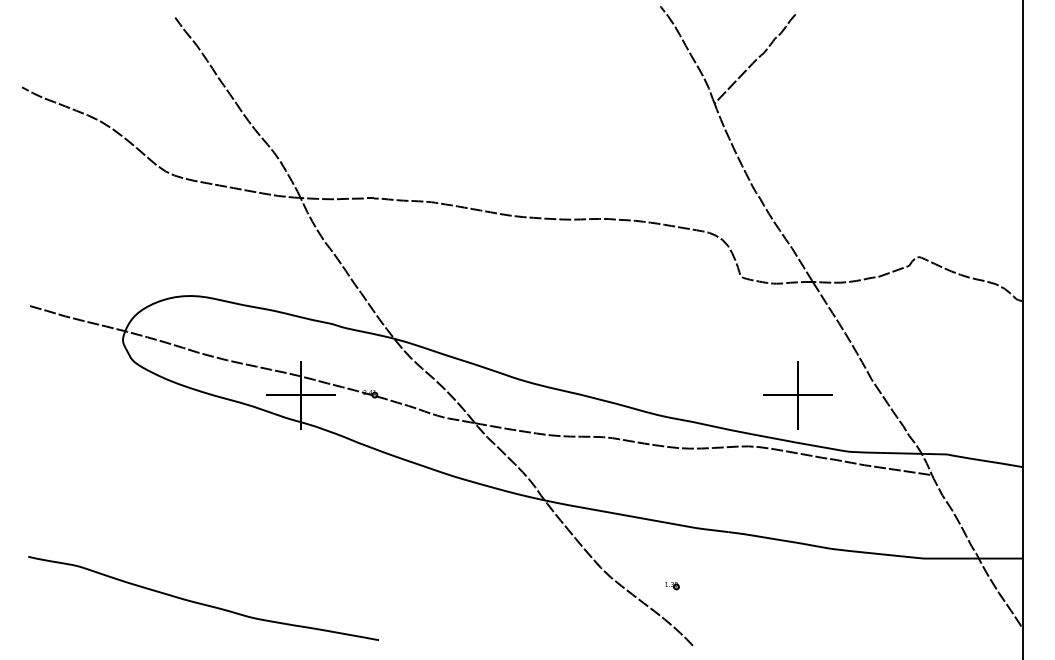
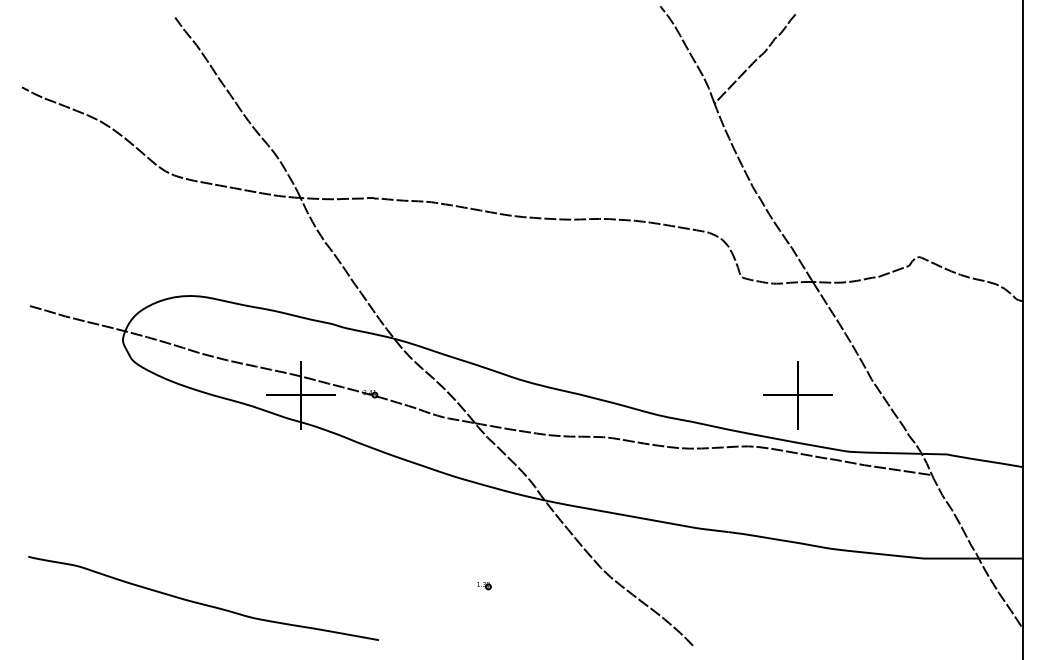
part at (672, 586) position: (672, 586) -> (484, 586)
